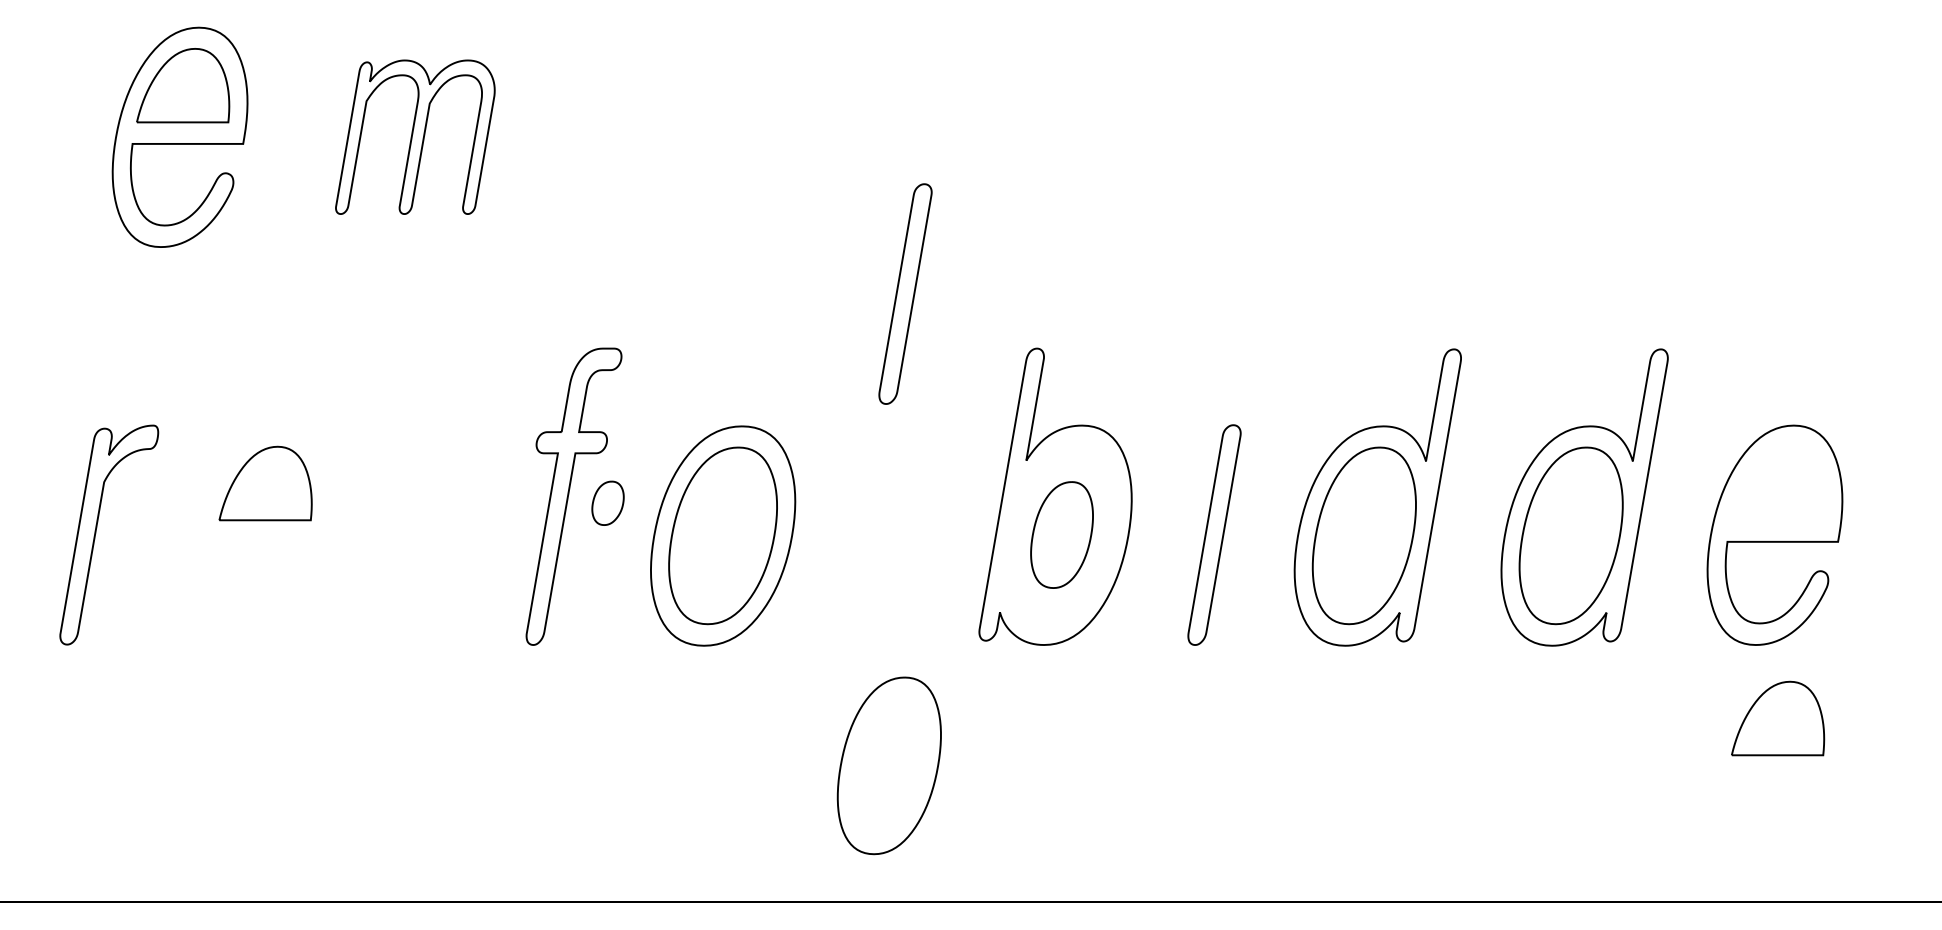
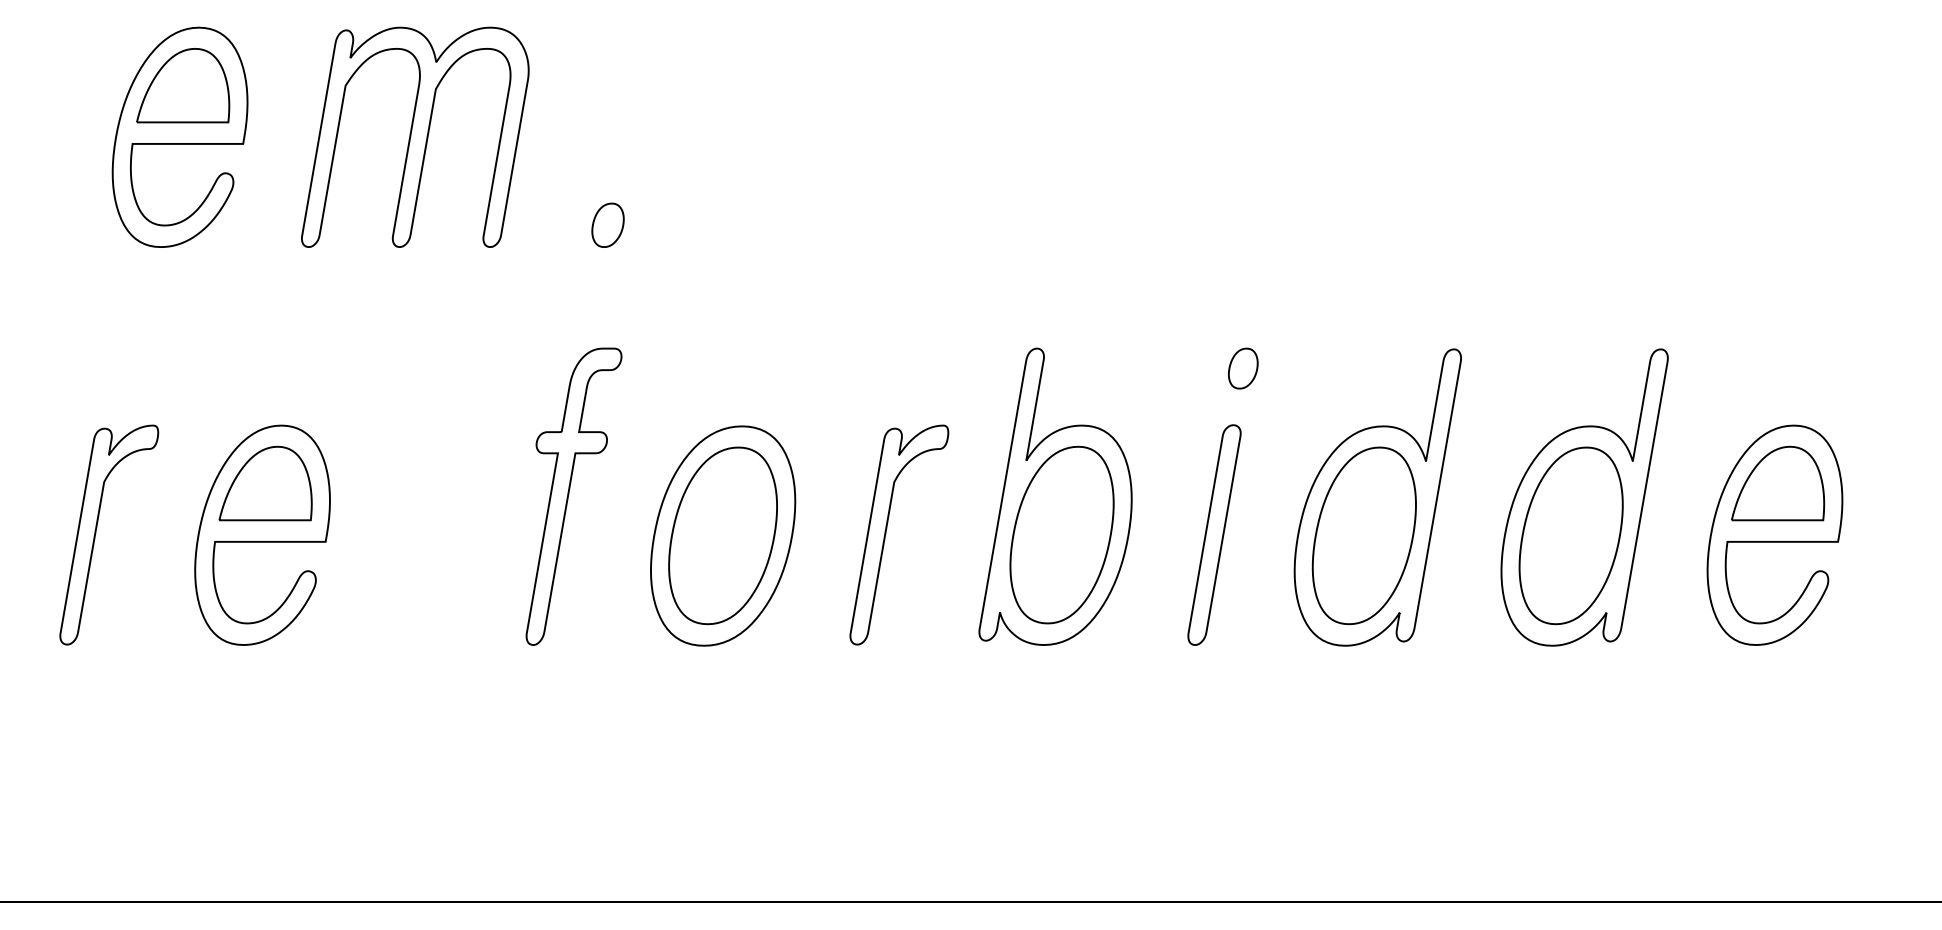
part at (415, 136) size: 161x156 px -> 229x222 px
part at (905, 293): present -> none
part at (1243, 368): none -> present
part at (607, 502) position: (607, 502) -> (607, 224)
part at (262, 534): none -> present
part at (886, 534): none -> present
part at (1061, 534) size: 64x108 px -> 106x180 px
part at (1778, 718) position: (1778, 718) -> (1778, 483)
part at (888, 765): present -> none
